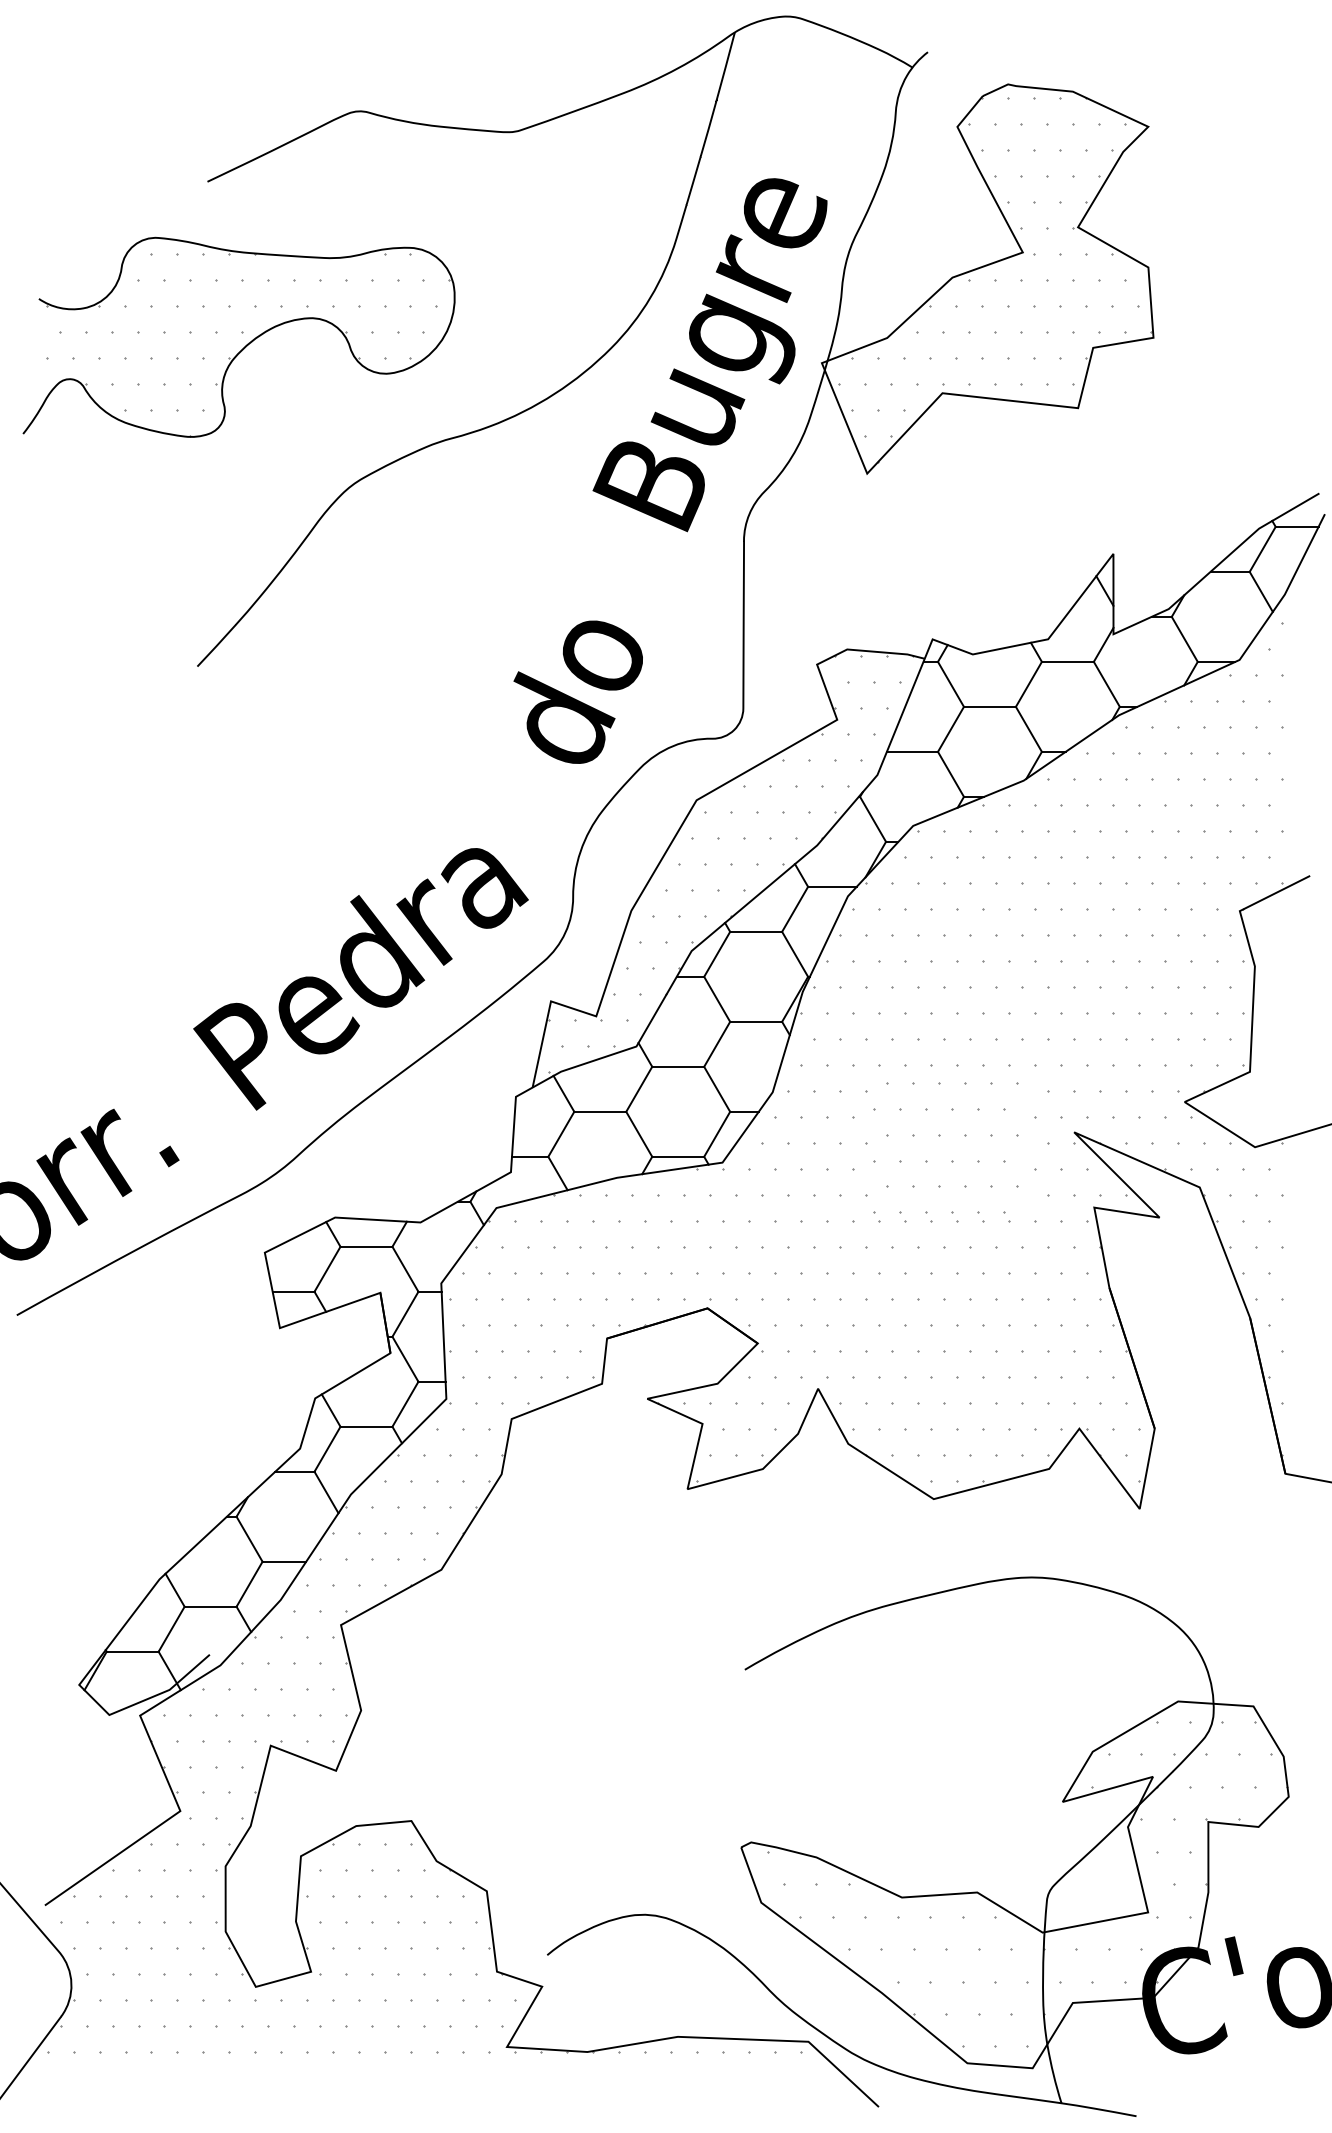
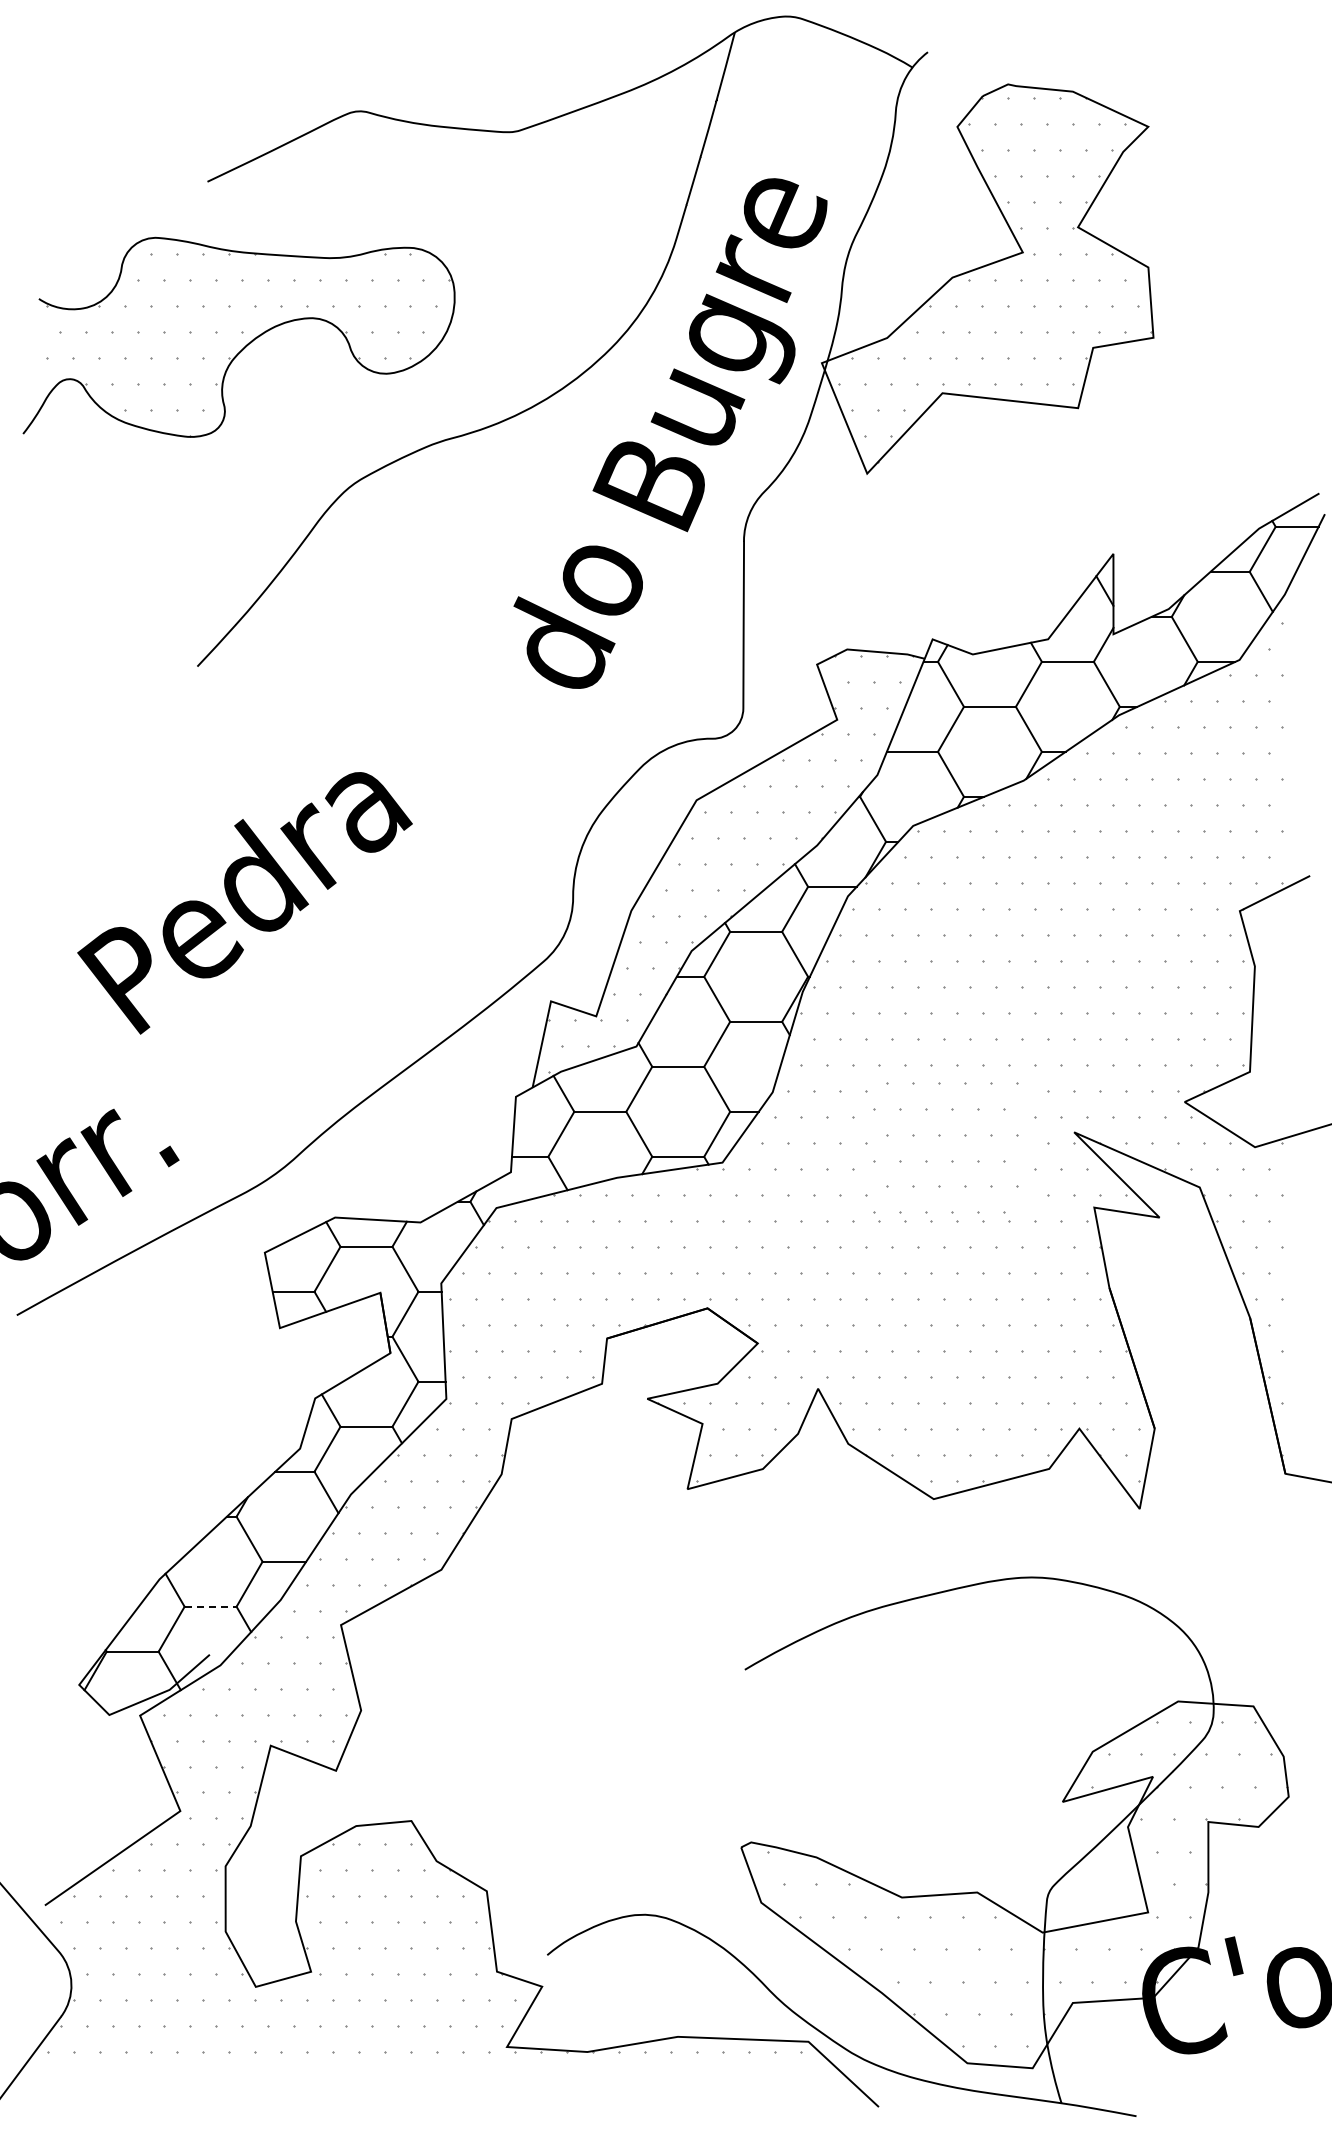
text at (577, 691) position: (577, 691) -> (577, 616)
text at (360, 979) position: (360, 979) -> (244, 903)
line at (210, 1606): solid -> dashed
